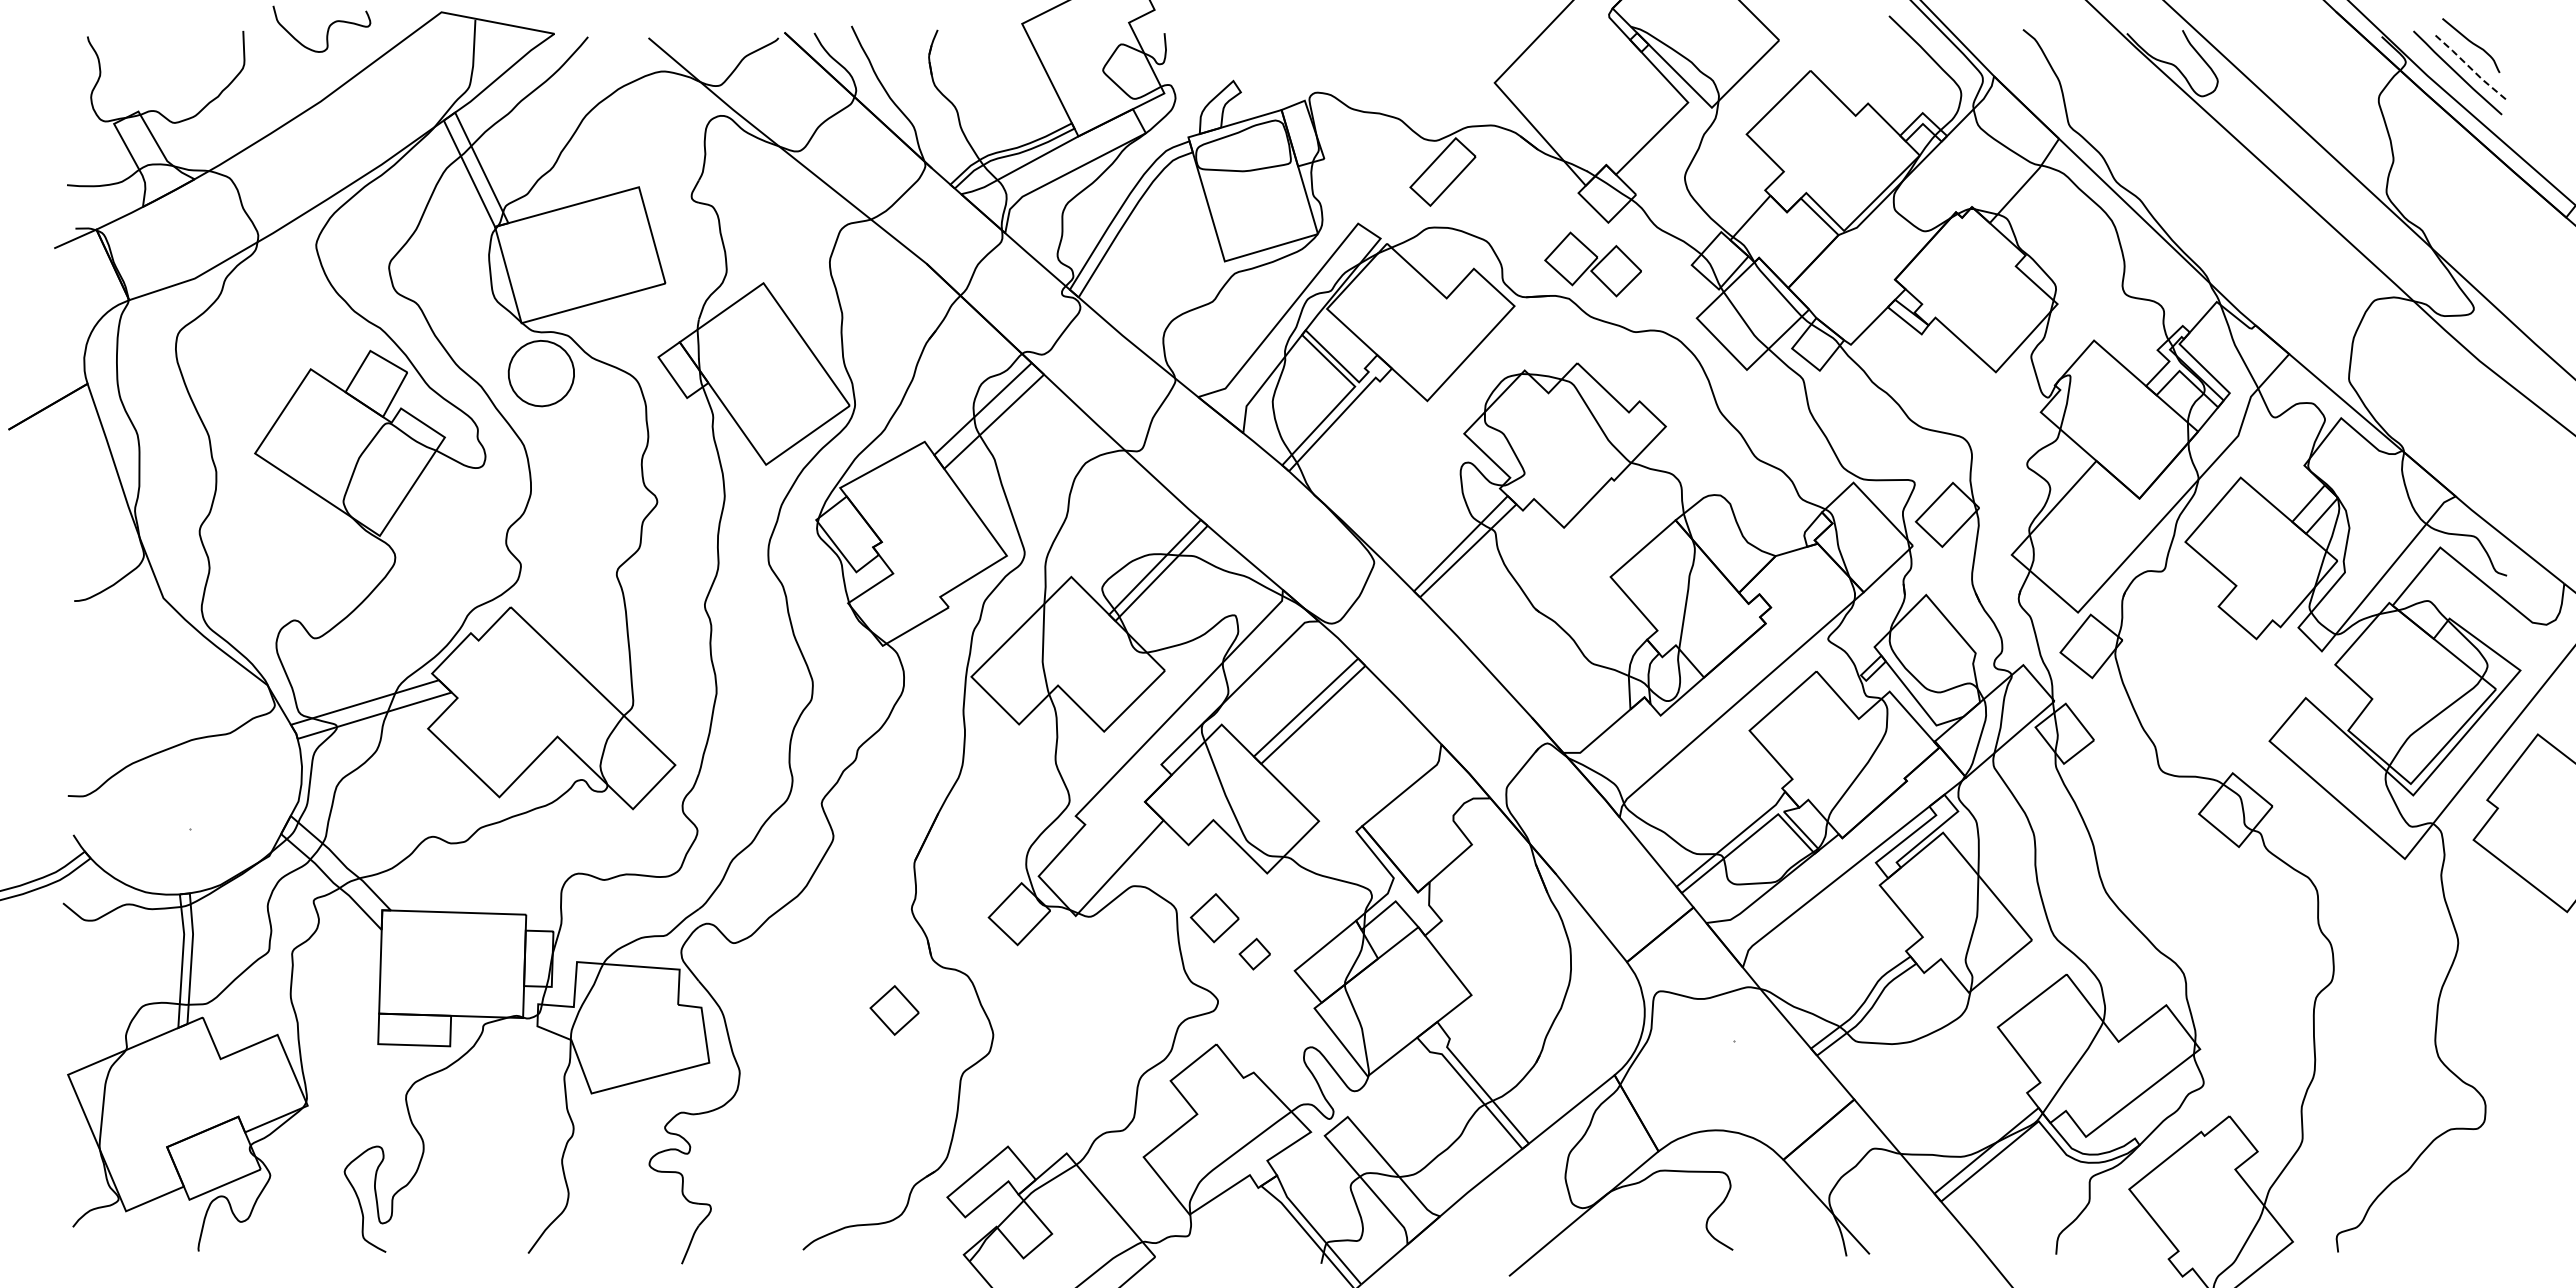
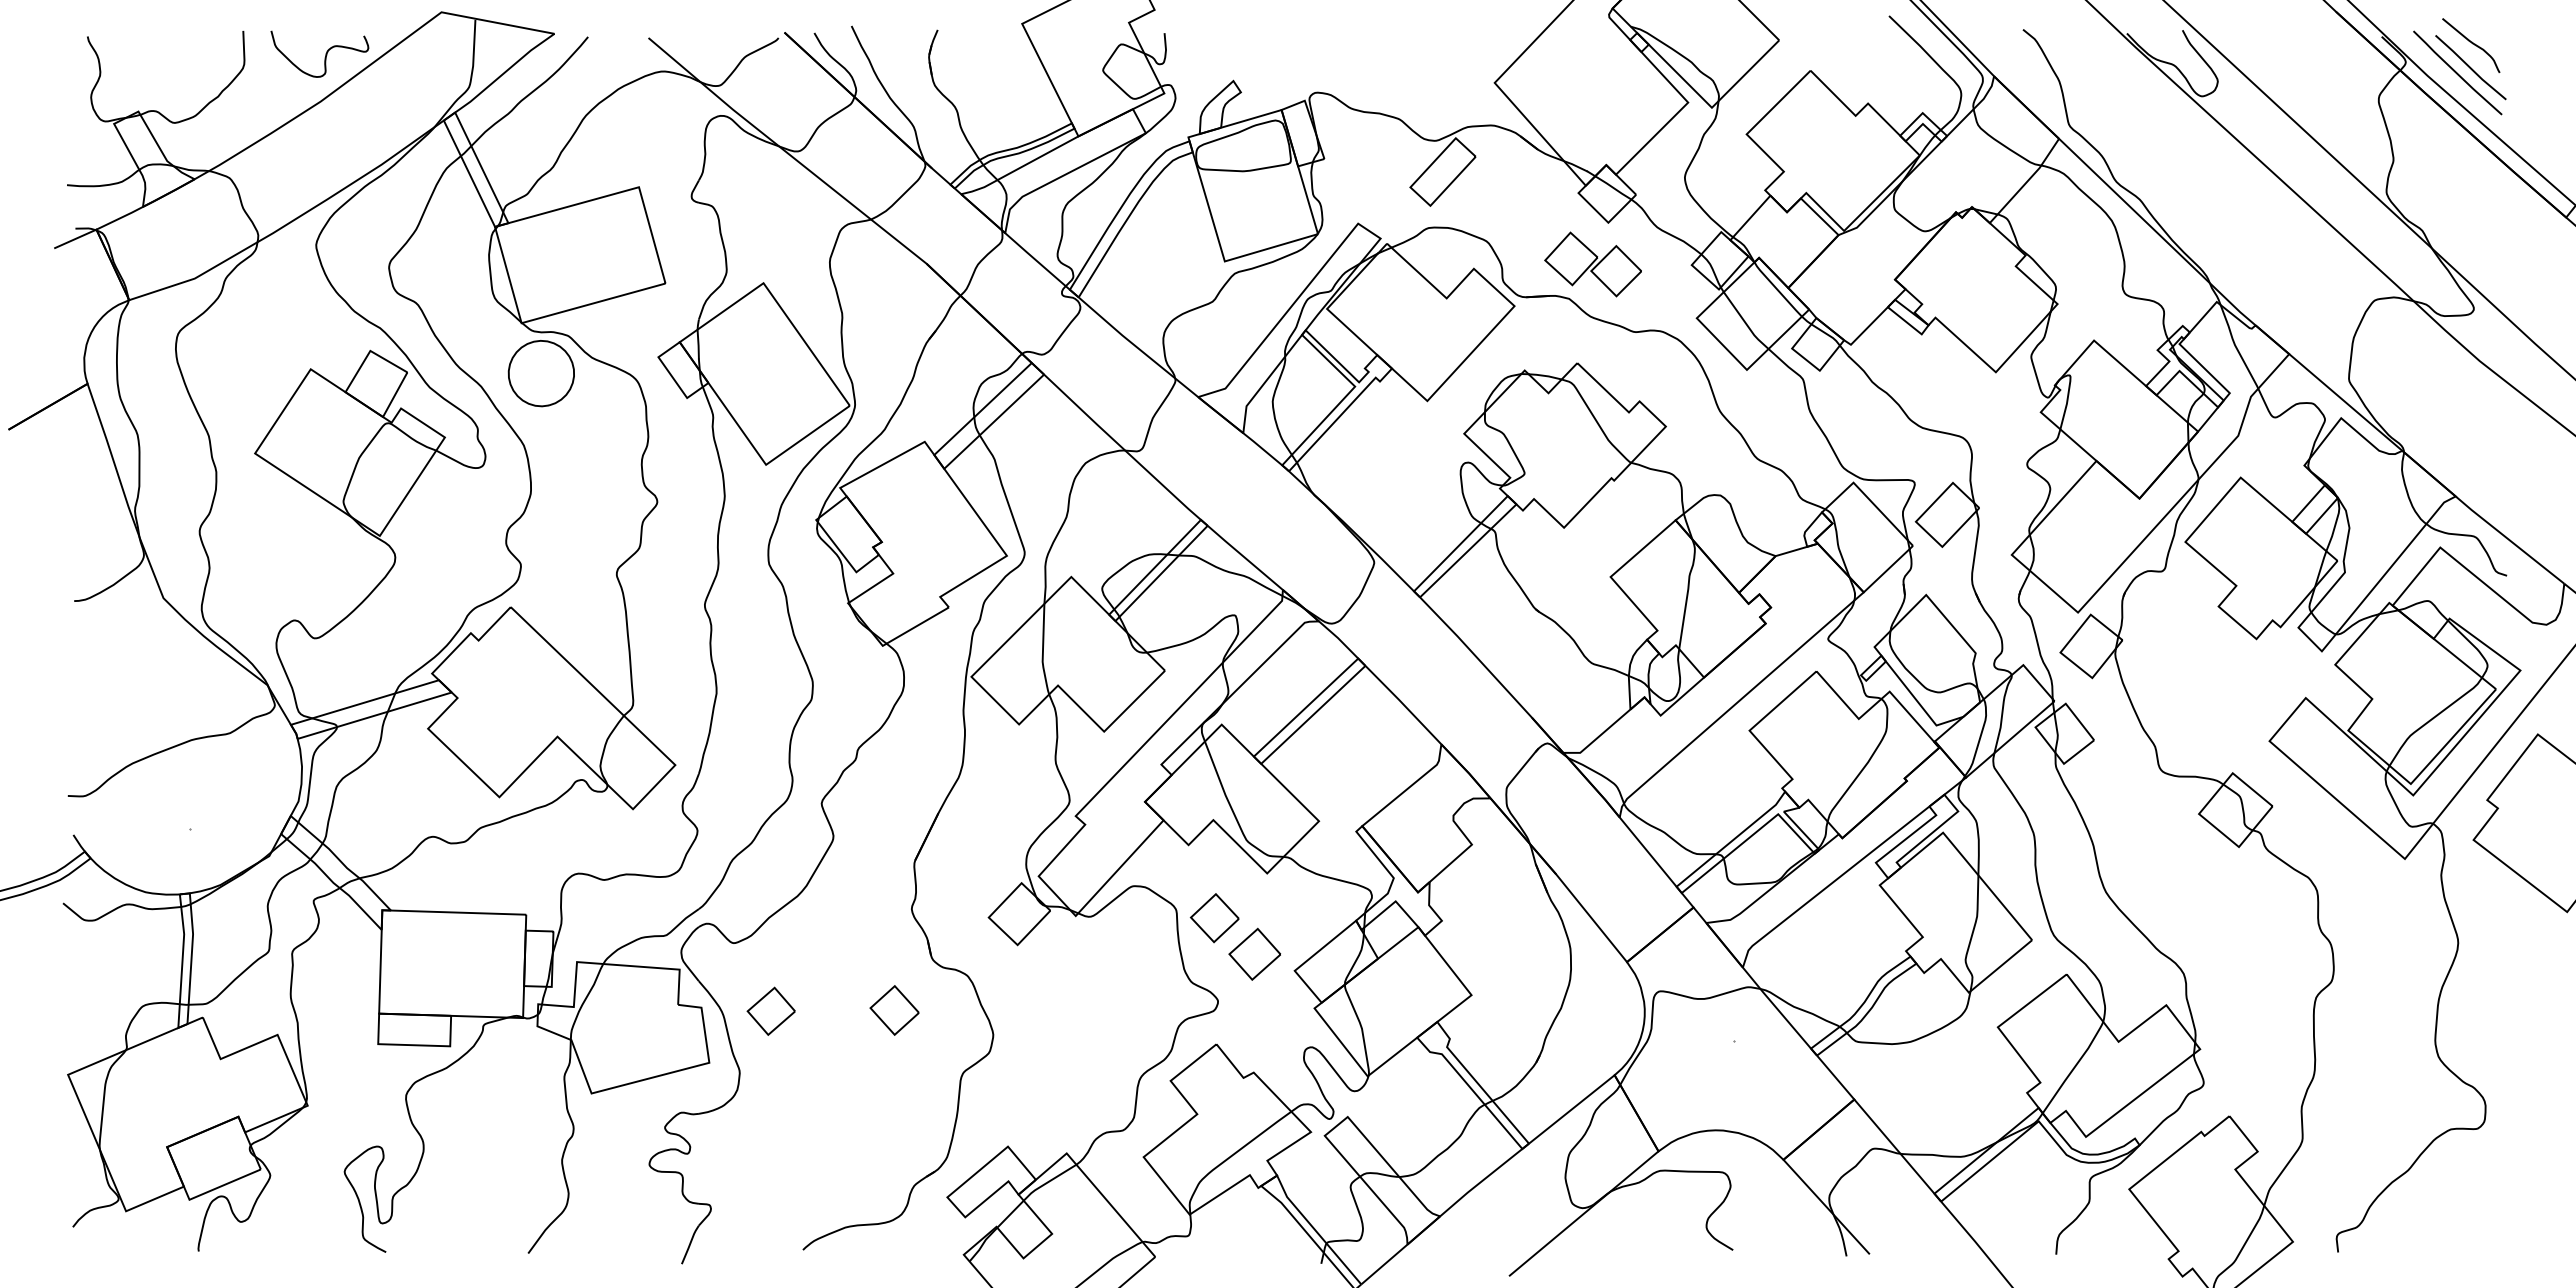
curve at (327, 28) position: (327, 28) -> (325, 53)
line at (2470, 67): dashed -> solid
part at (1254, 953) size: 33x34 px -> 54x54 px
part at (770, 1010): none -> present
